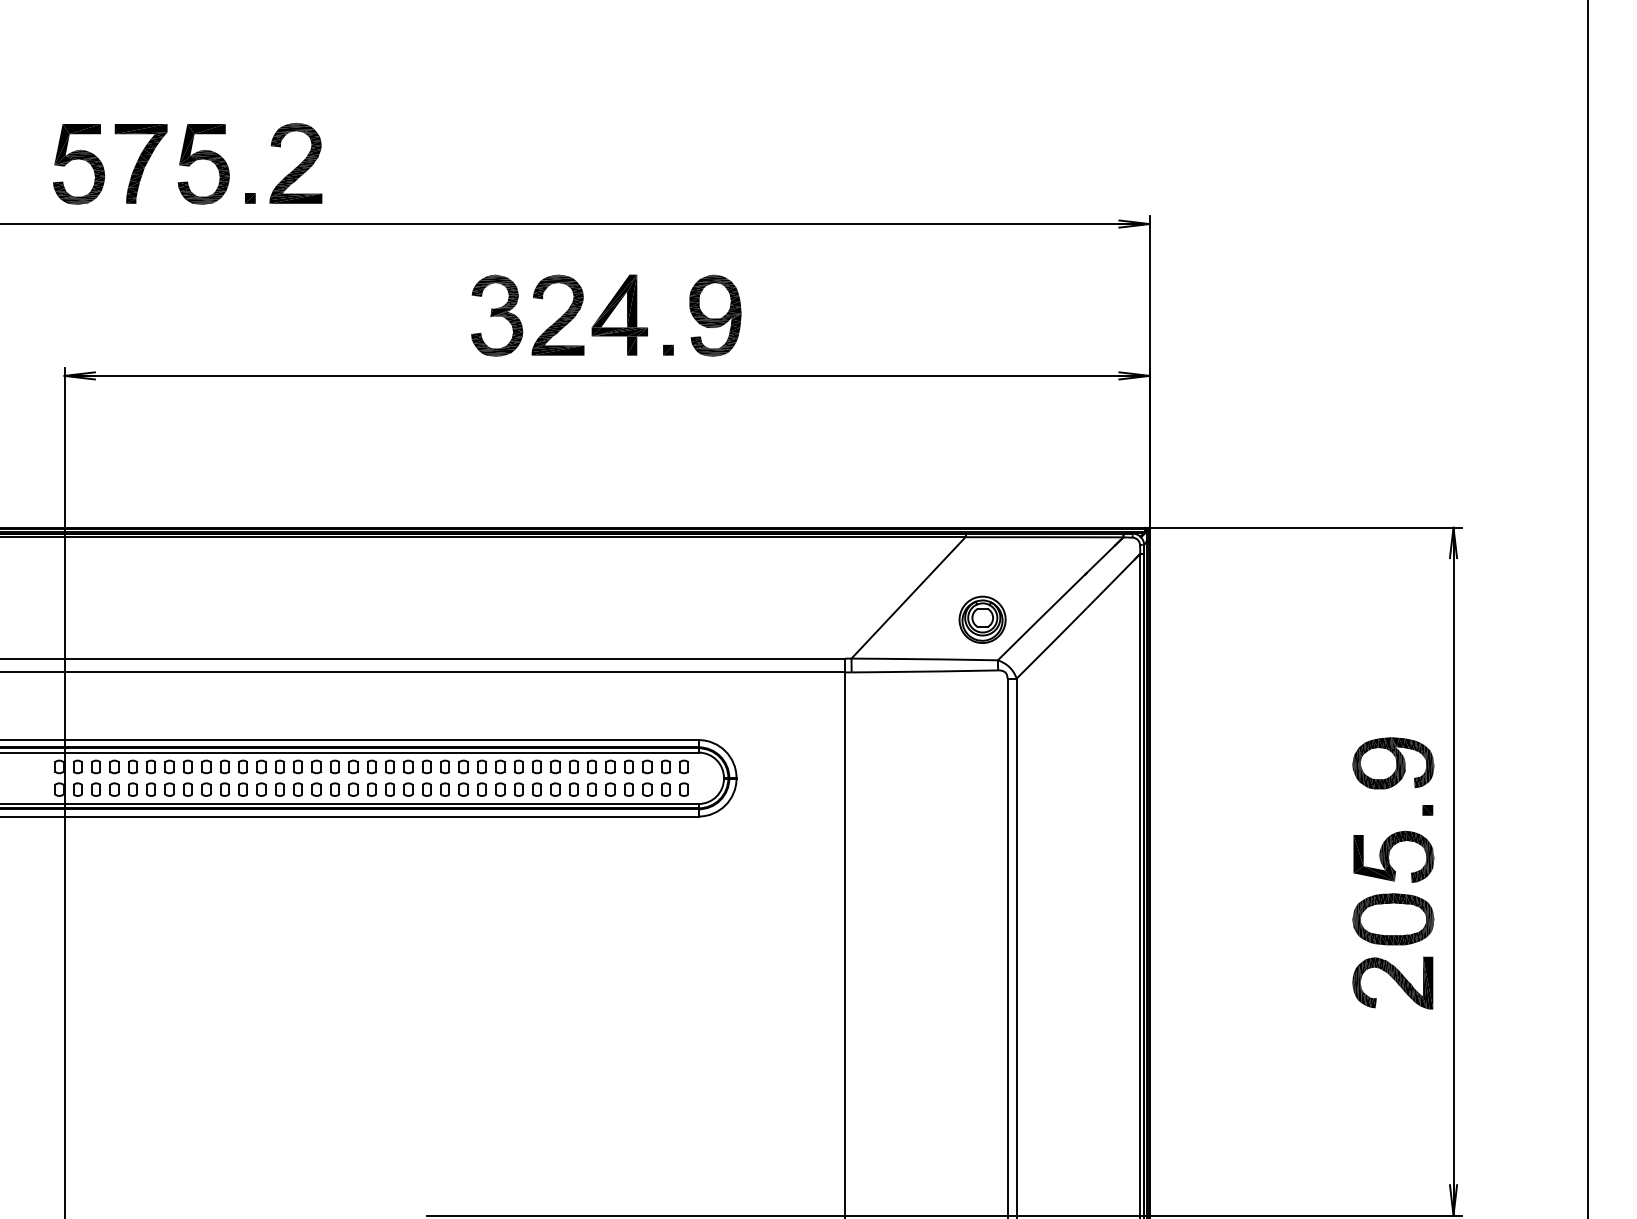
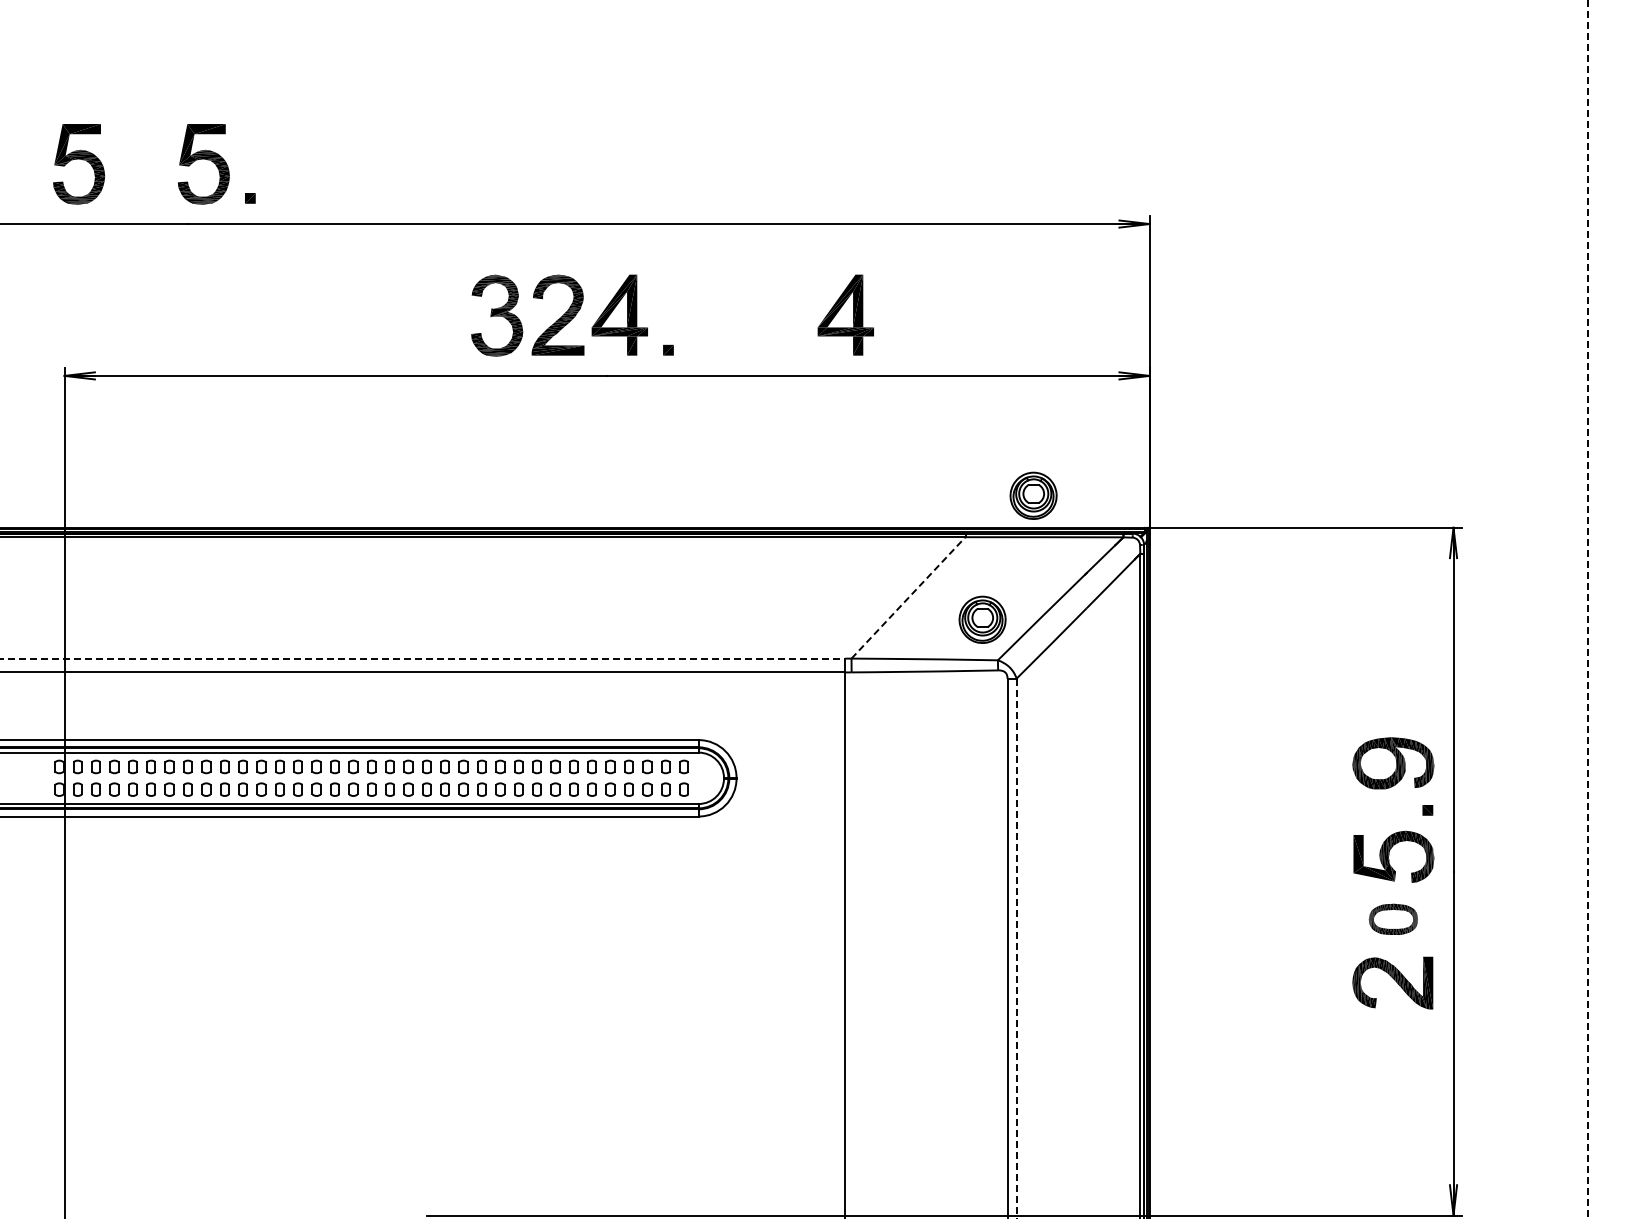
part at (295, 162): present -> none
part at (140, 163): present -> none
part at (845, 314): none -> present
part at (715, 315): present -> none
part at (1033, 495): none -> present
line at (908, 597): solid -> dashed
line at (1587, 610): solid -> dashed
line at (423, 658): solid -> dashed
part at (1393, 919) size: 83x53 px -> 50x32 px
line at (1016, 948): solid -> dashed
